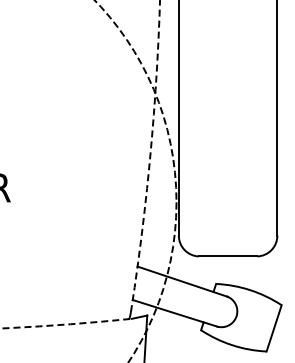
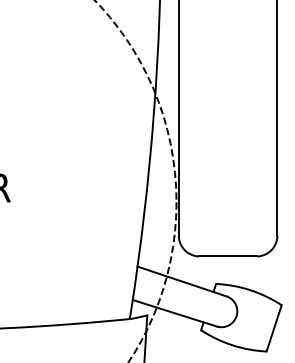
arc at (150, 155): dashed -> solid
arc at (66, 324): dashed -> solid
